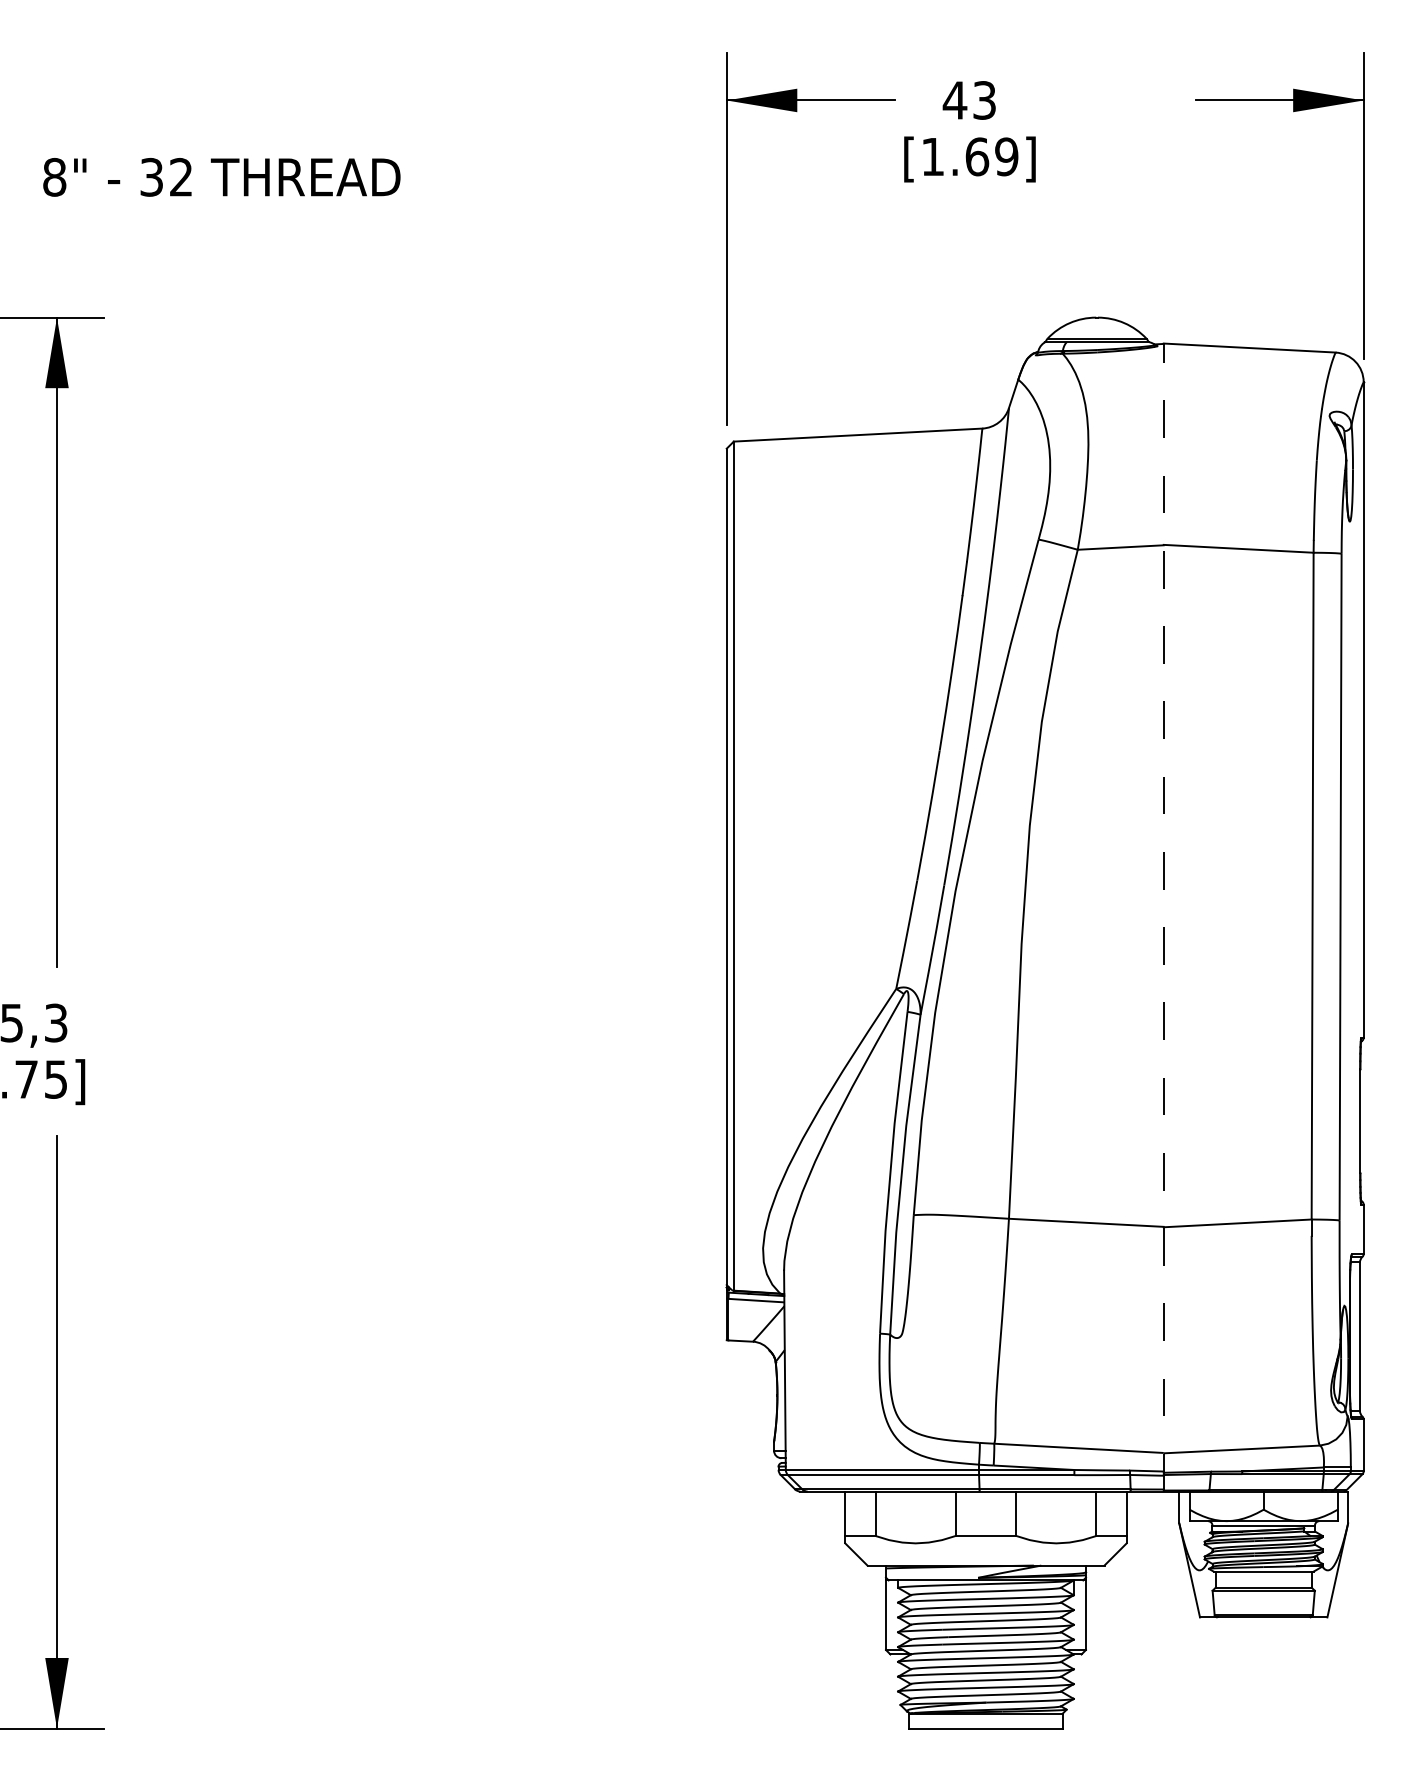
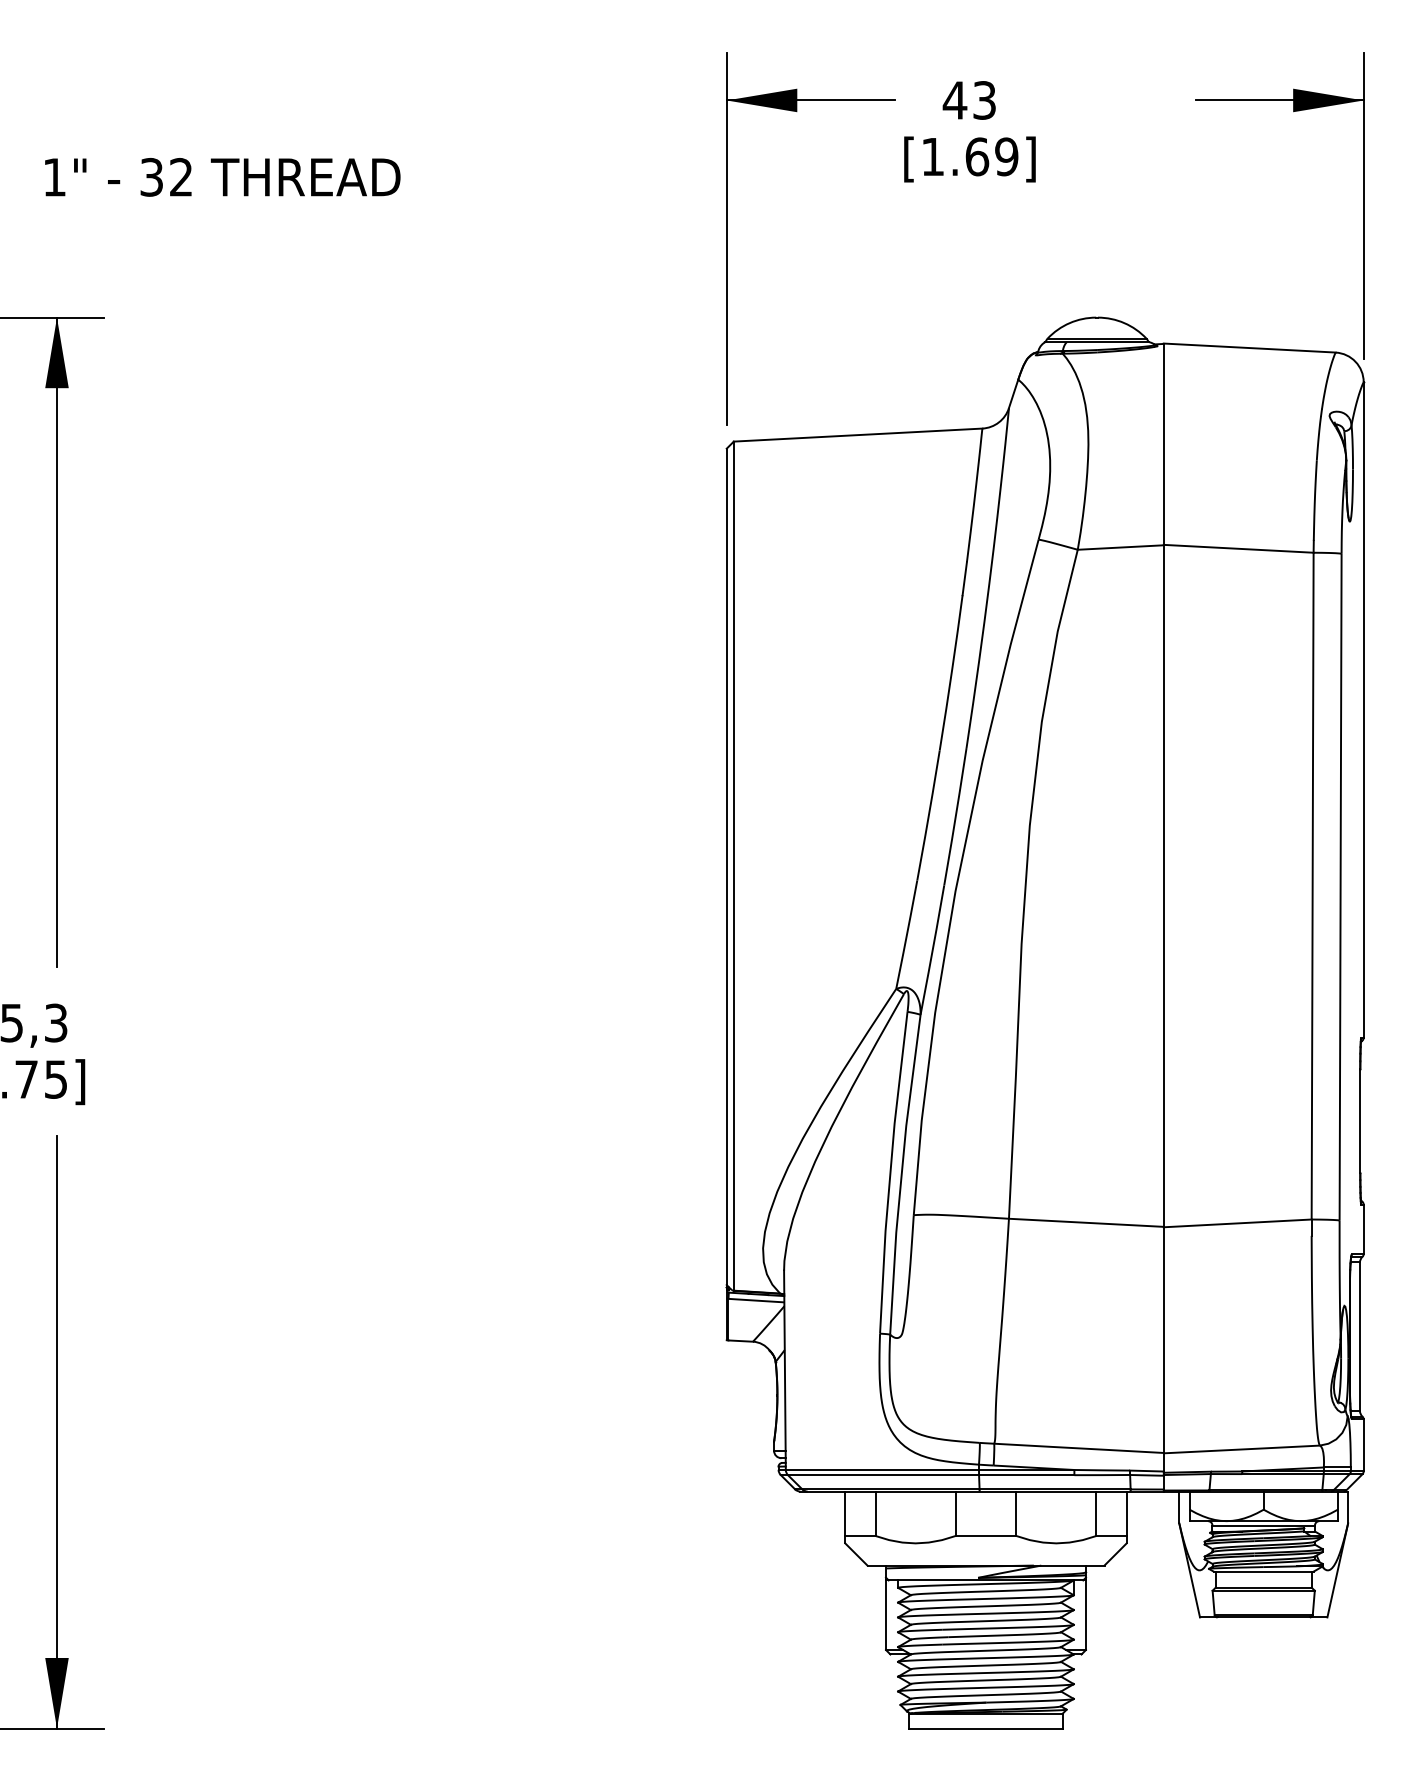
text at (54, 176): 8" -> 1"
line at (1163, 917): dashed -> solid
